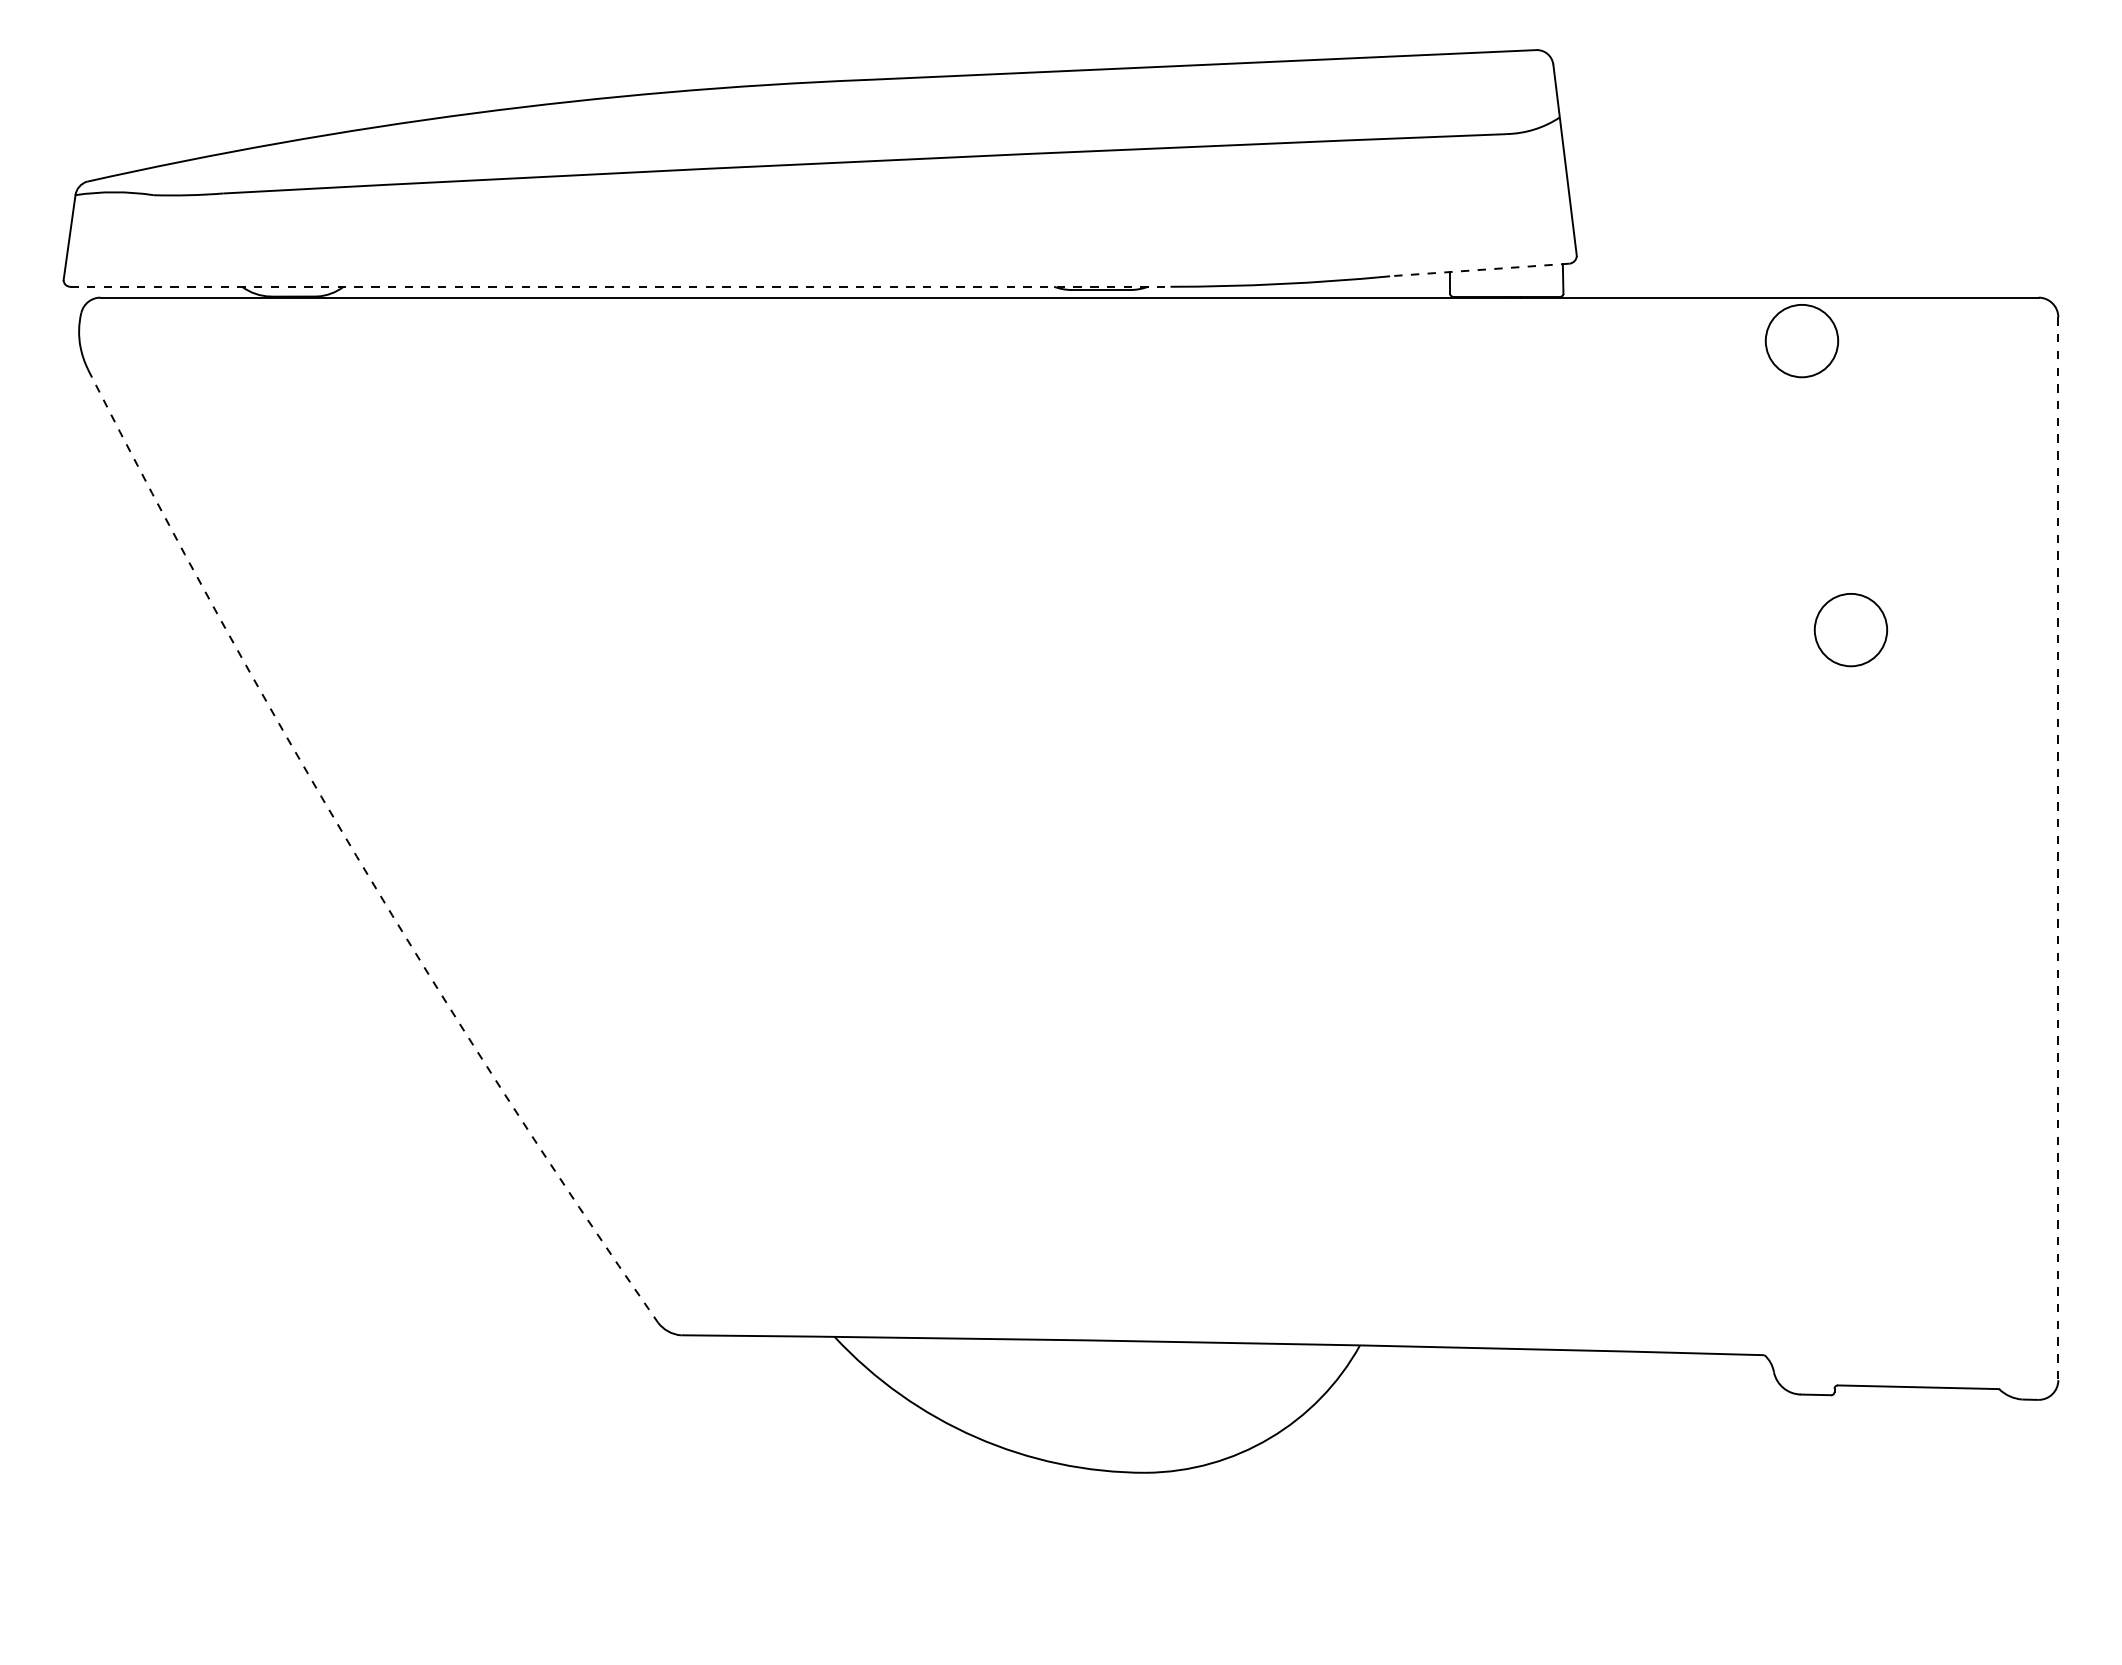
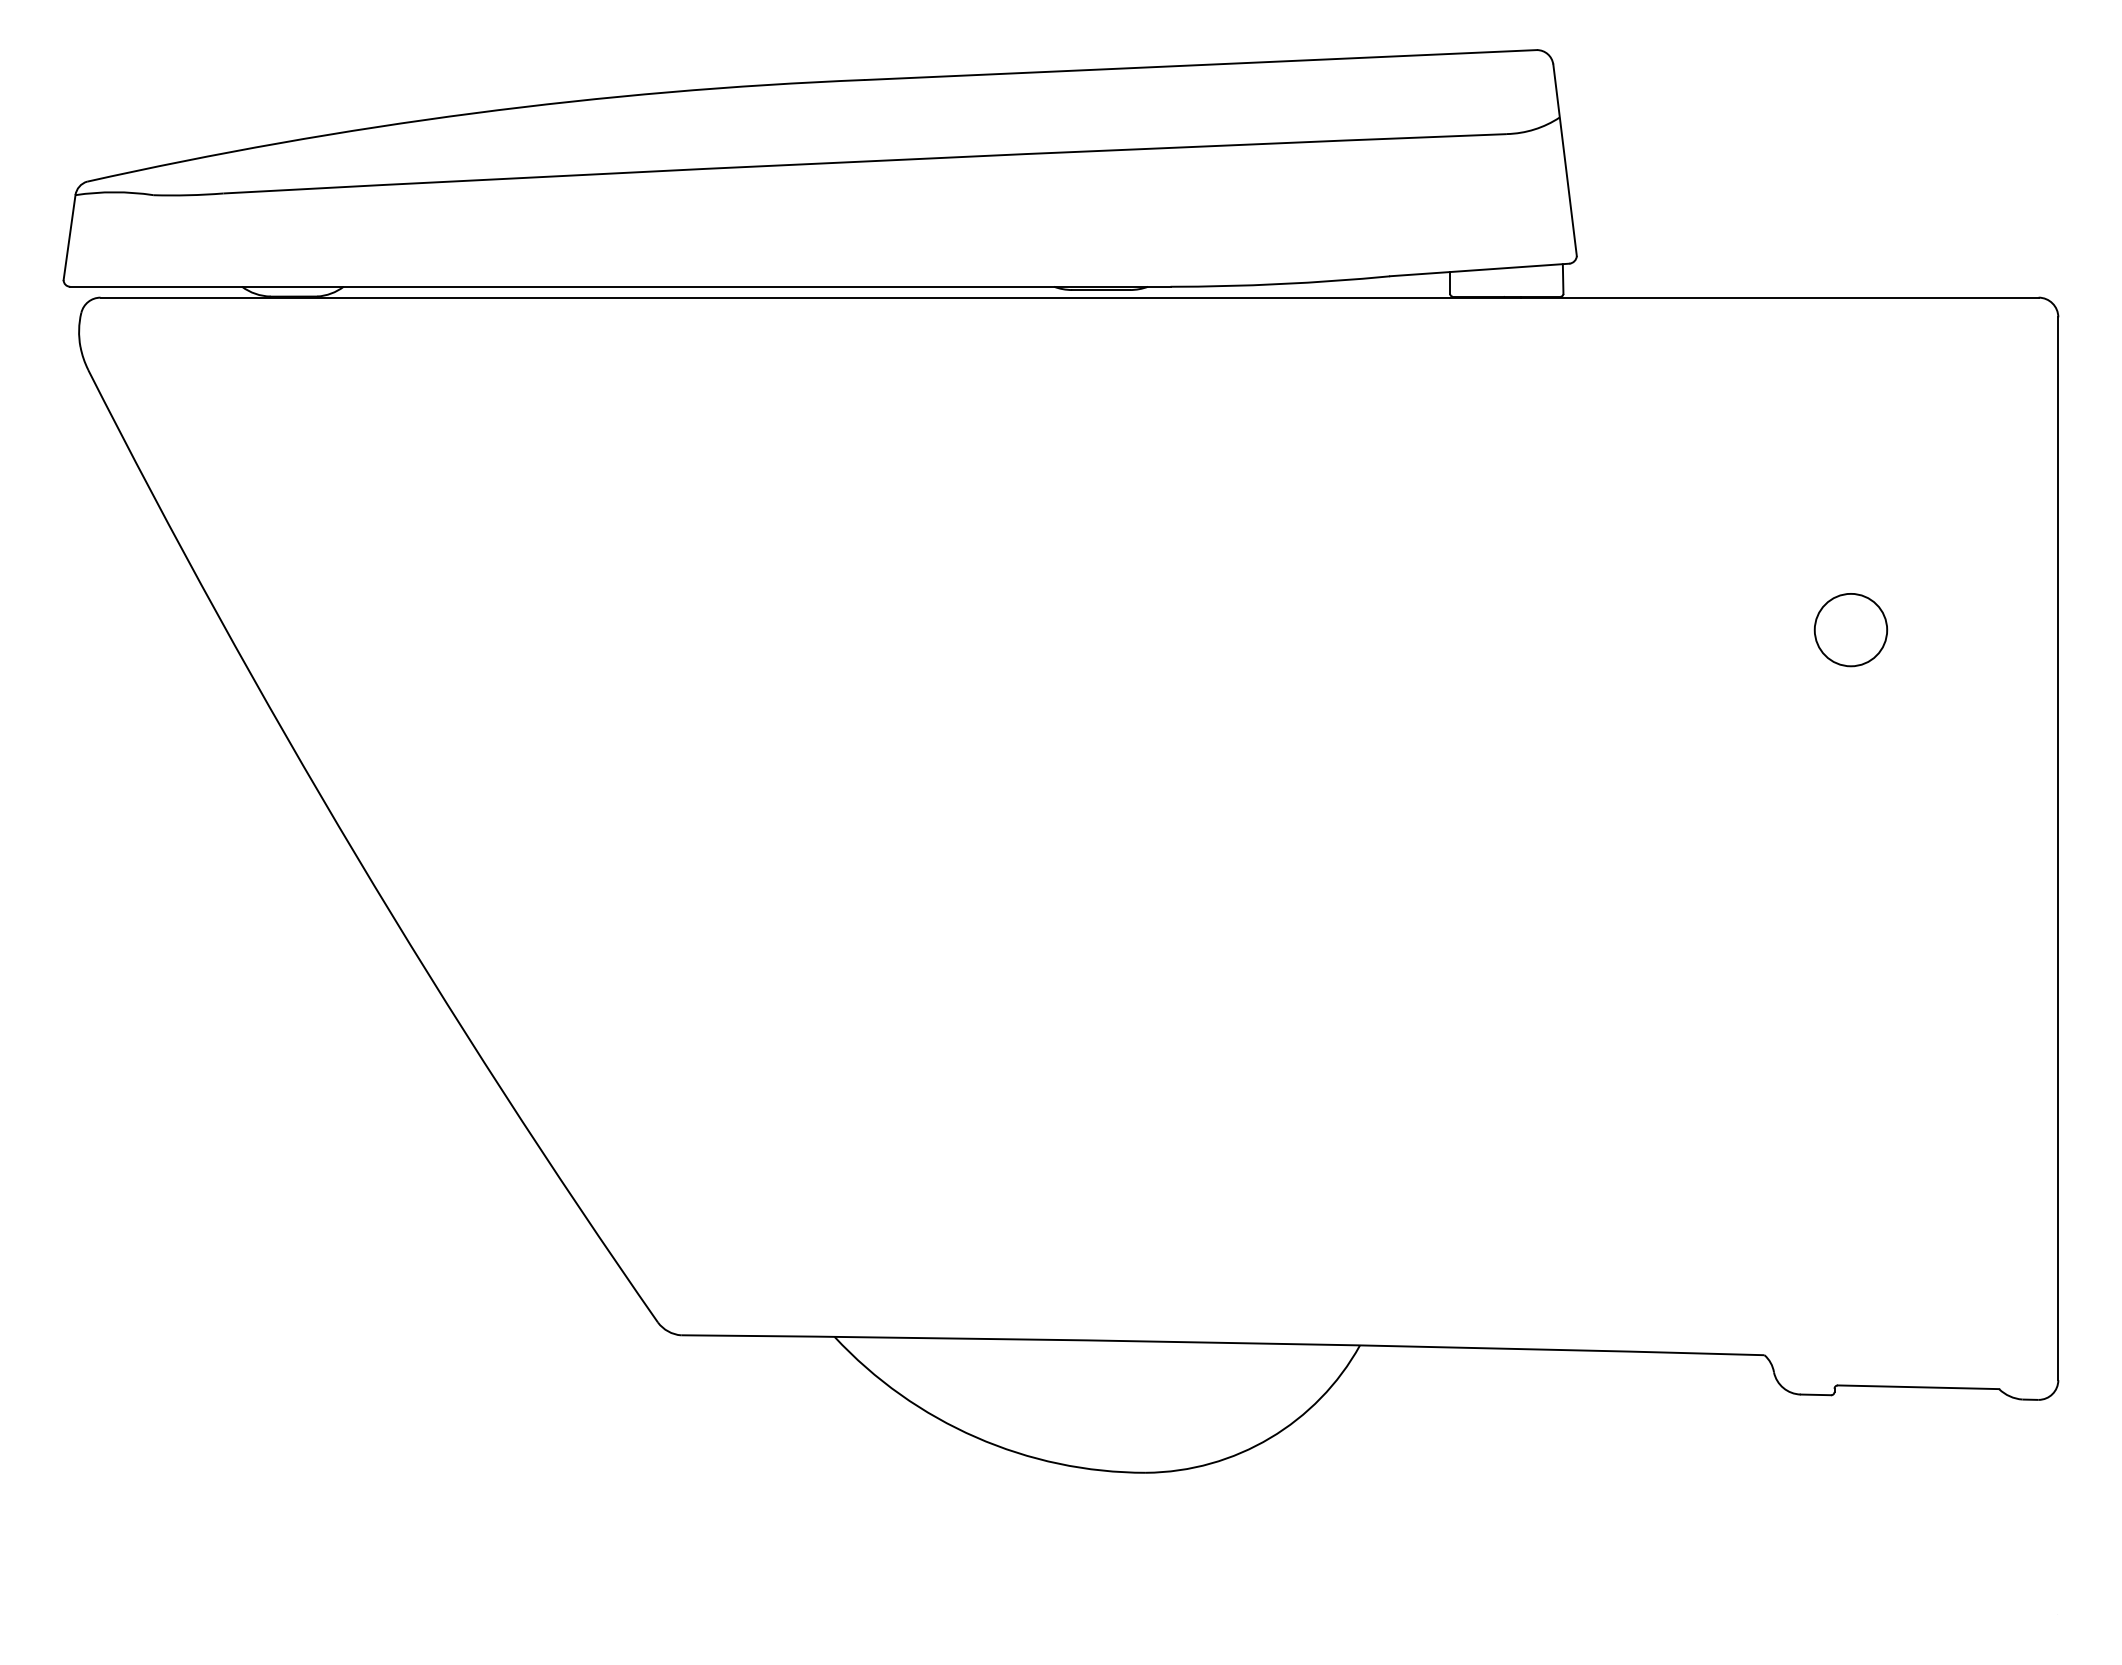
line at (1479, 269): dashed -> solid
line at (620, 286): dashed -> solid
circle at (1801, 341): present -> none
line at (2058, 849): dashed -> solid
arc at (356, 856): dashed -> solid
